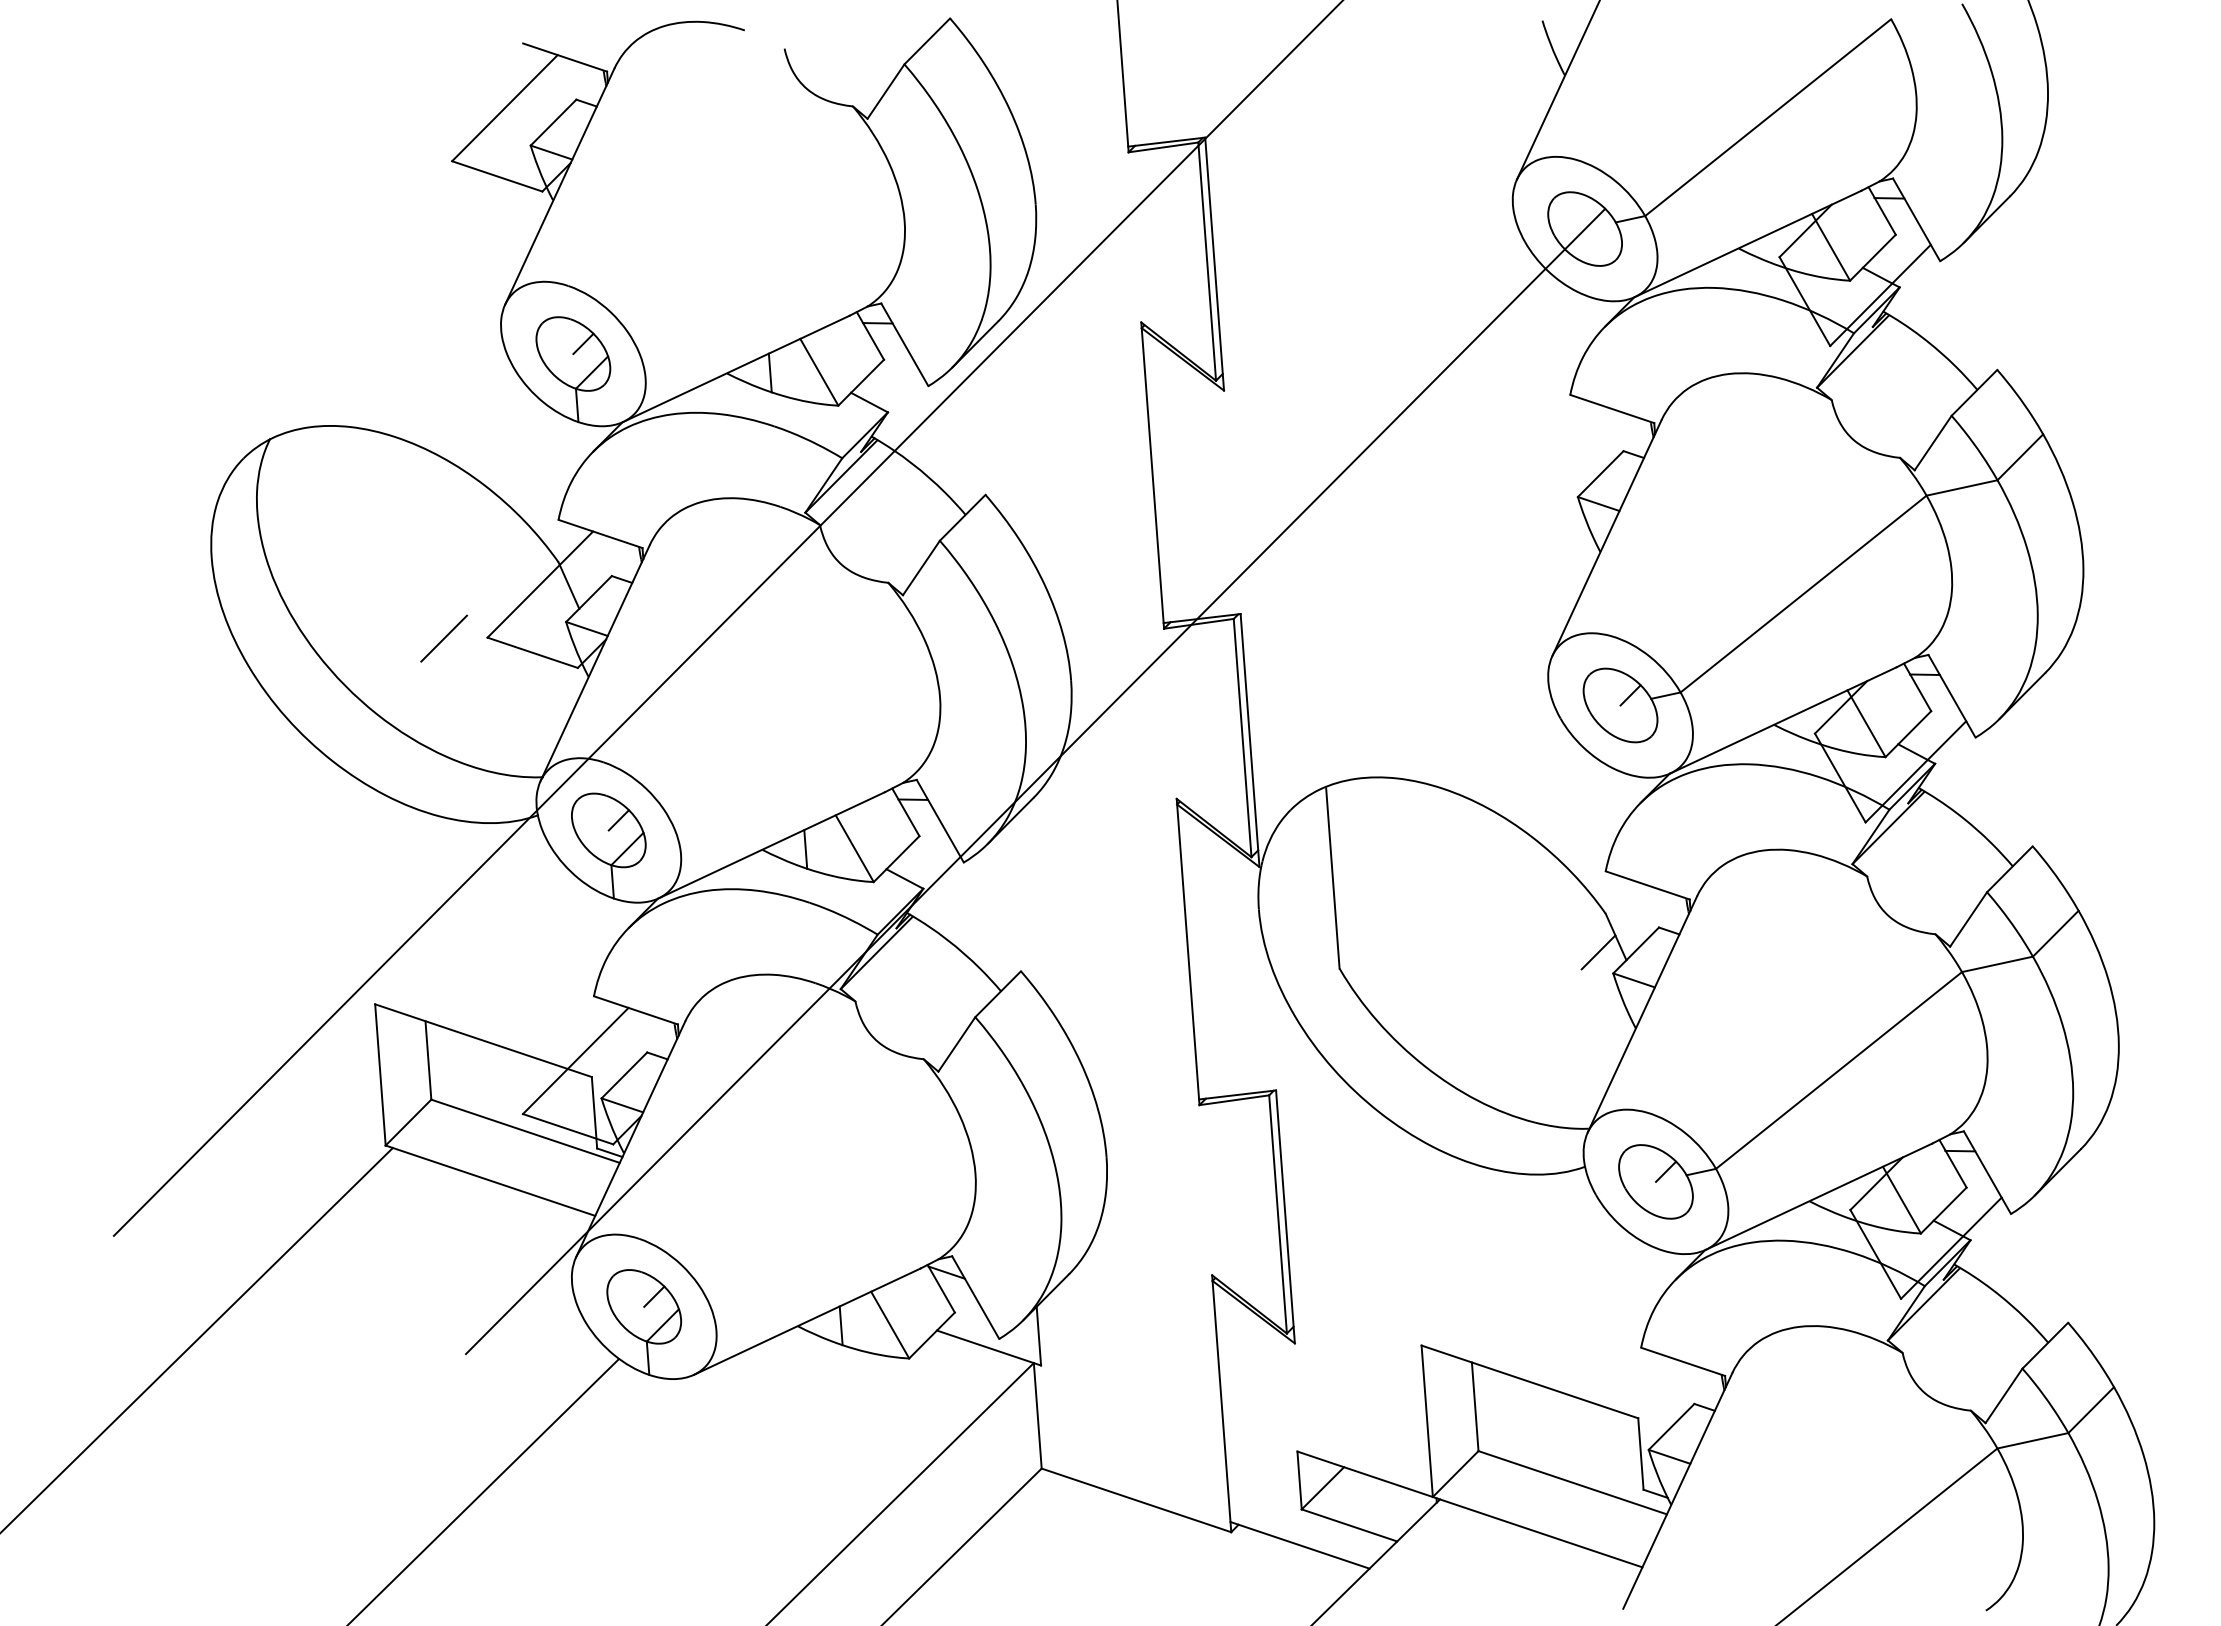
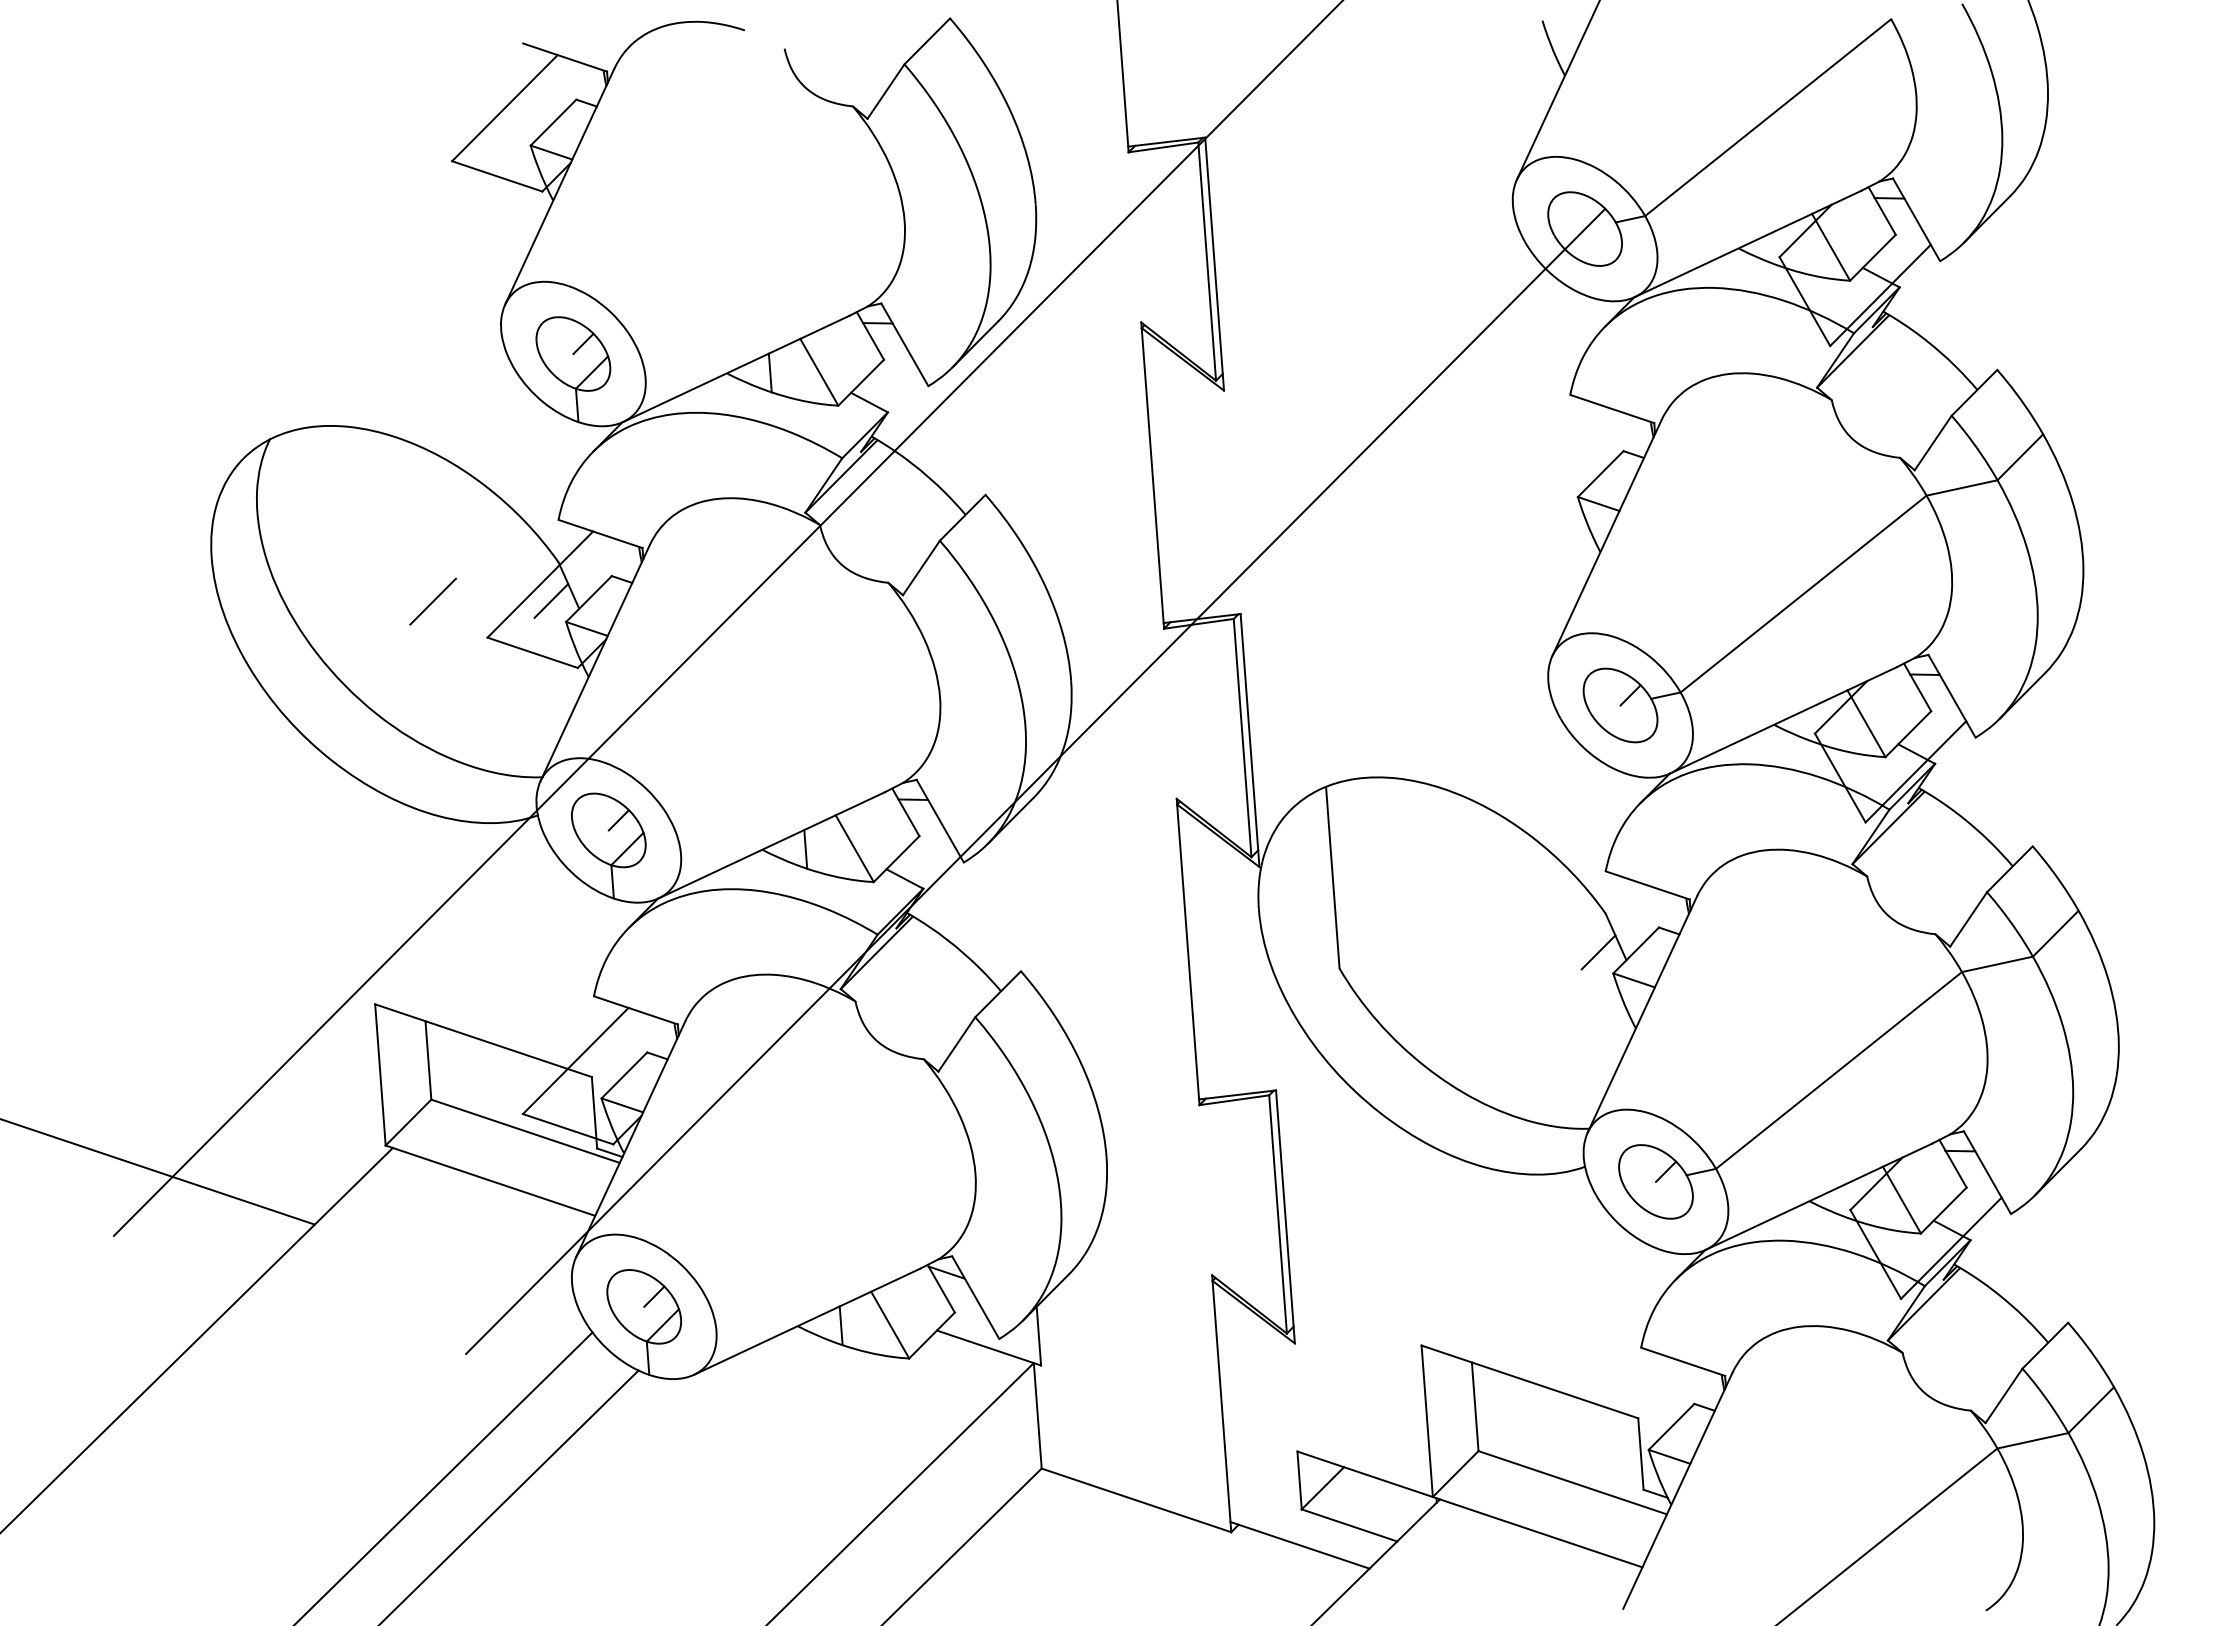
line at (551, 600): none -> present
line at (443, 638) position: (443, 638) -> (432, 601)
line at (158, 1171): none -> present
line at (484, 1490) position: (484, 1490) -> (444, 1477)
line at (509, 1496): none -> present
